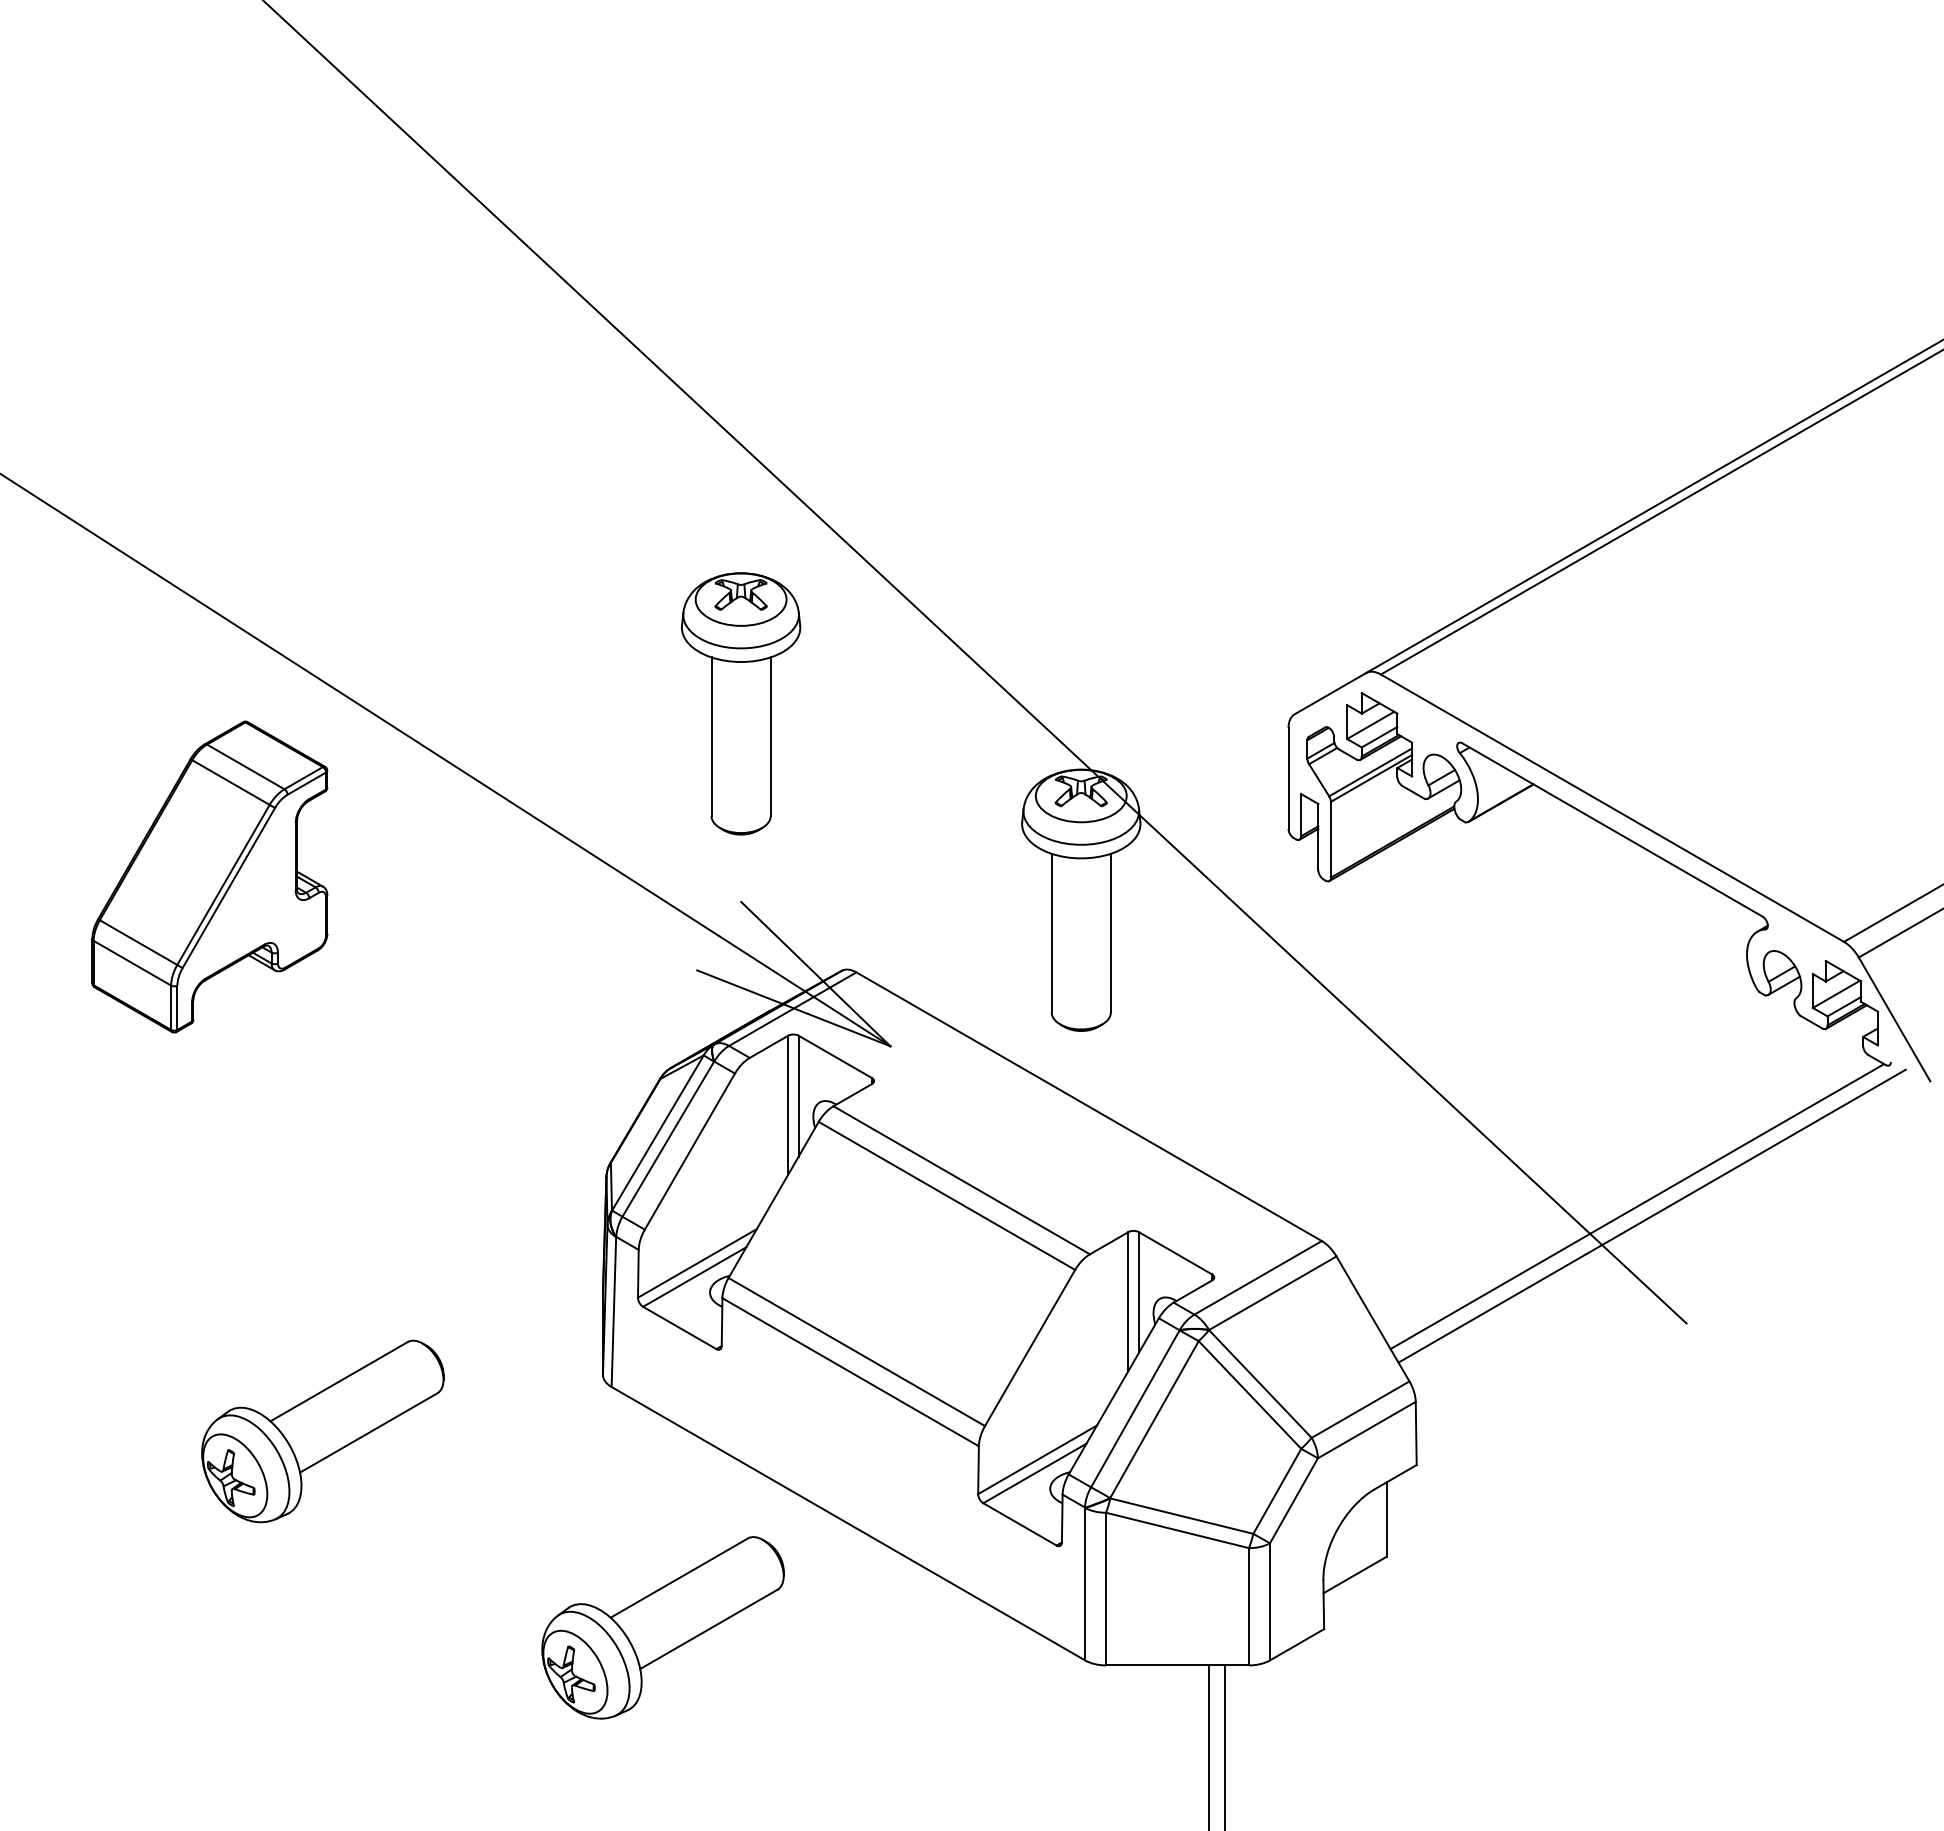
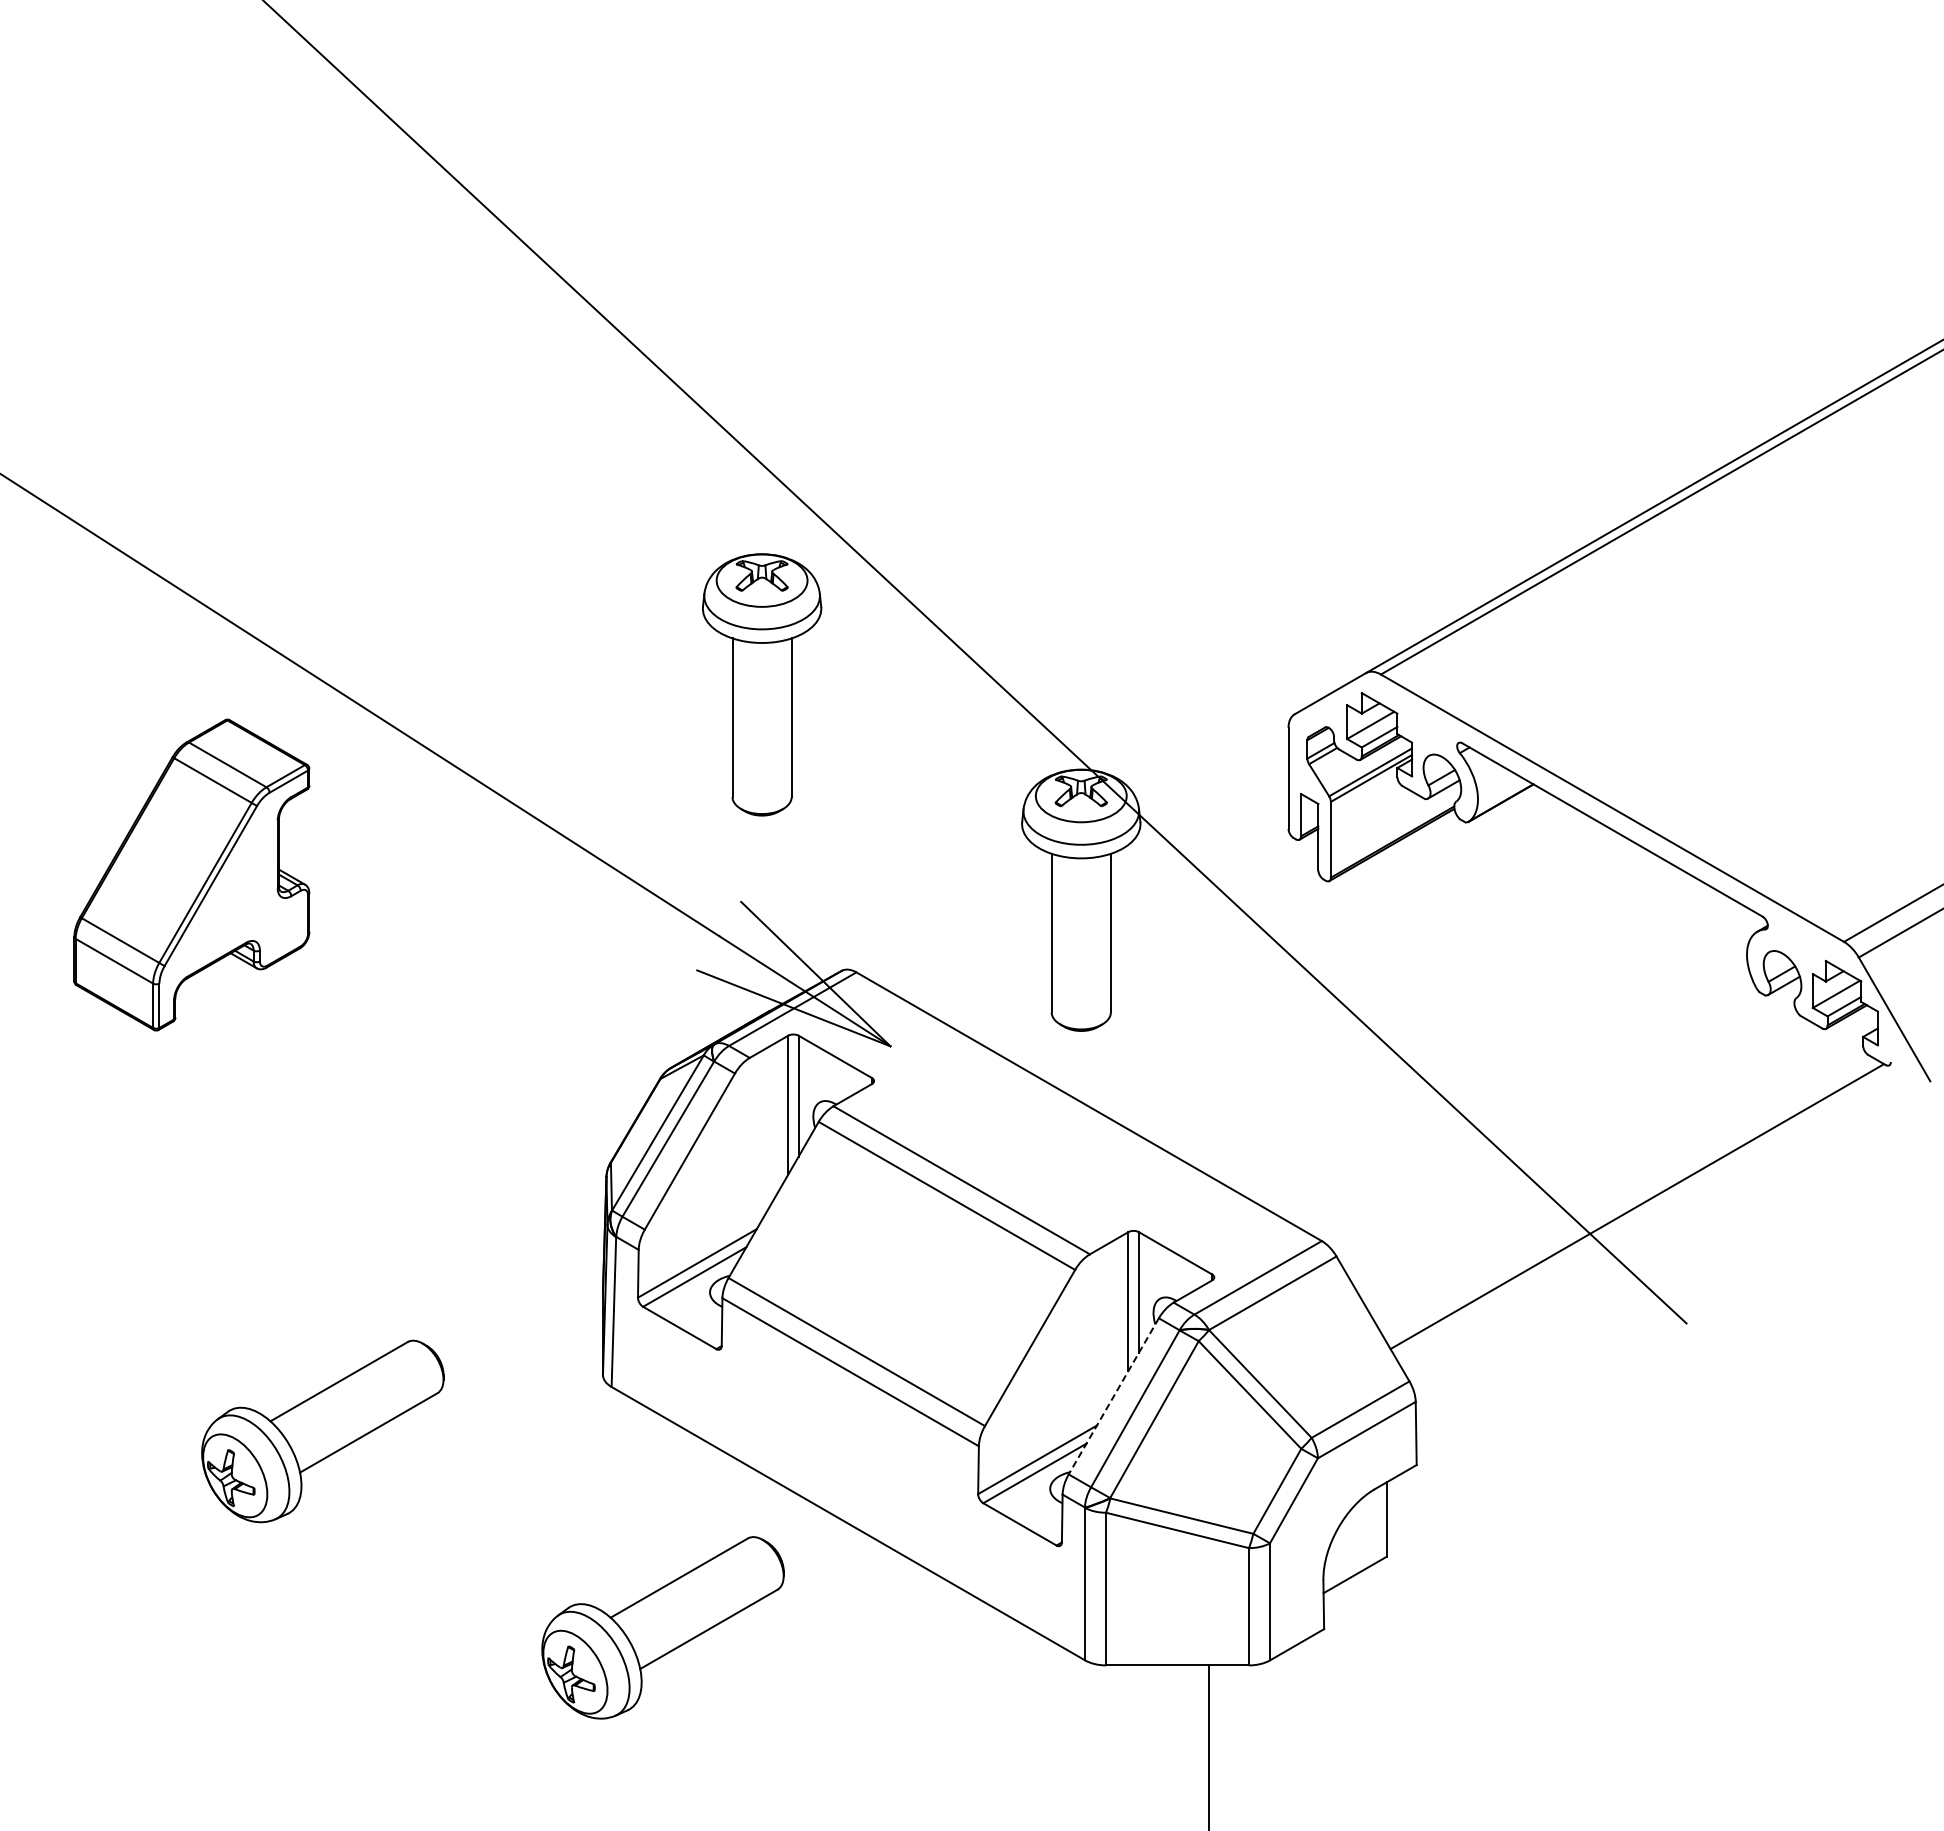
part at (741, 703) position: (741, 703) -> (762, 684)
part at (209, 876) position: (209, 876) -> (191, 874)
line at (1651, 1215): present -> none
line at (1113, 1396): solid -> dashed
line at (1224, 1746): present -> none
